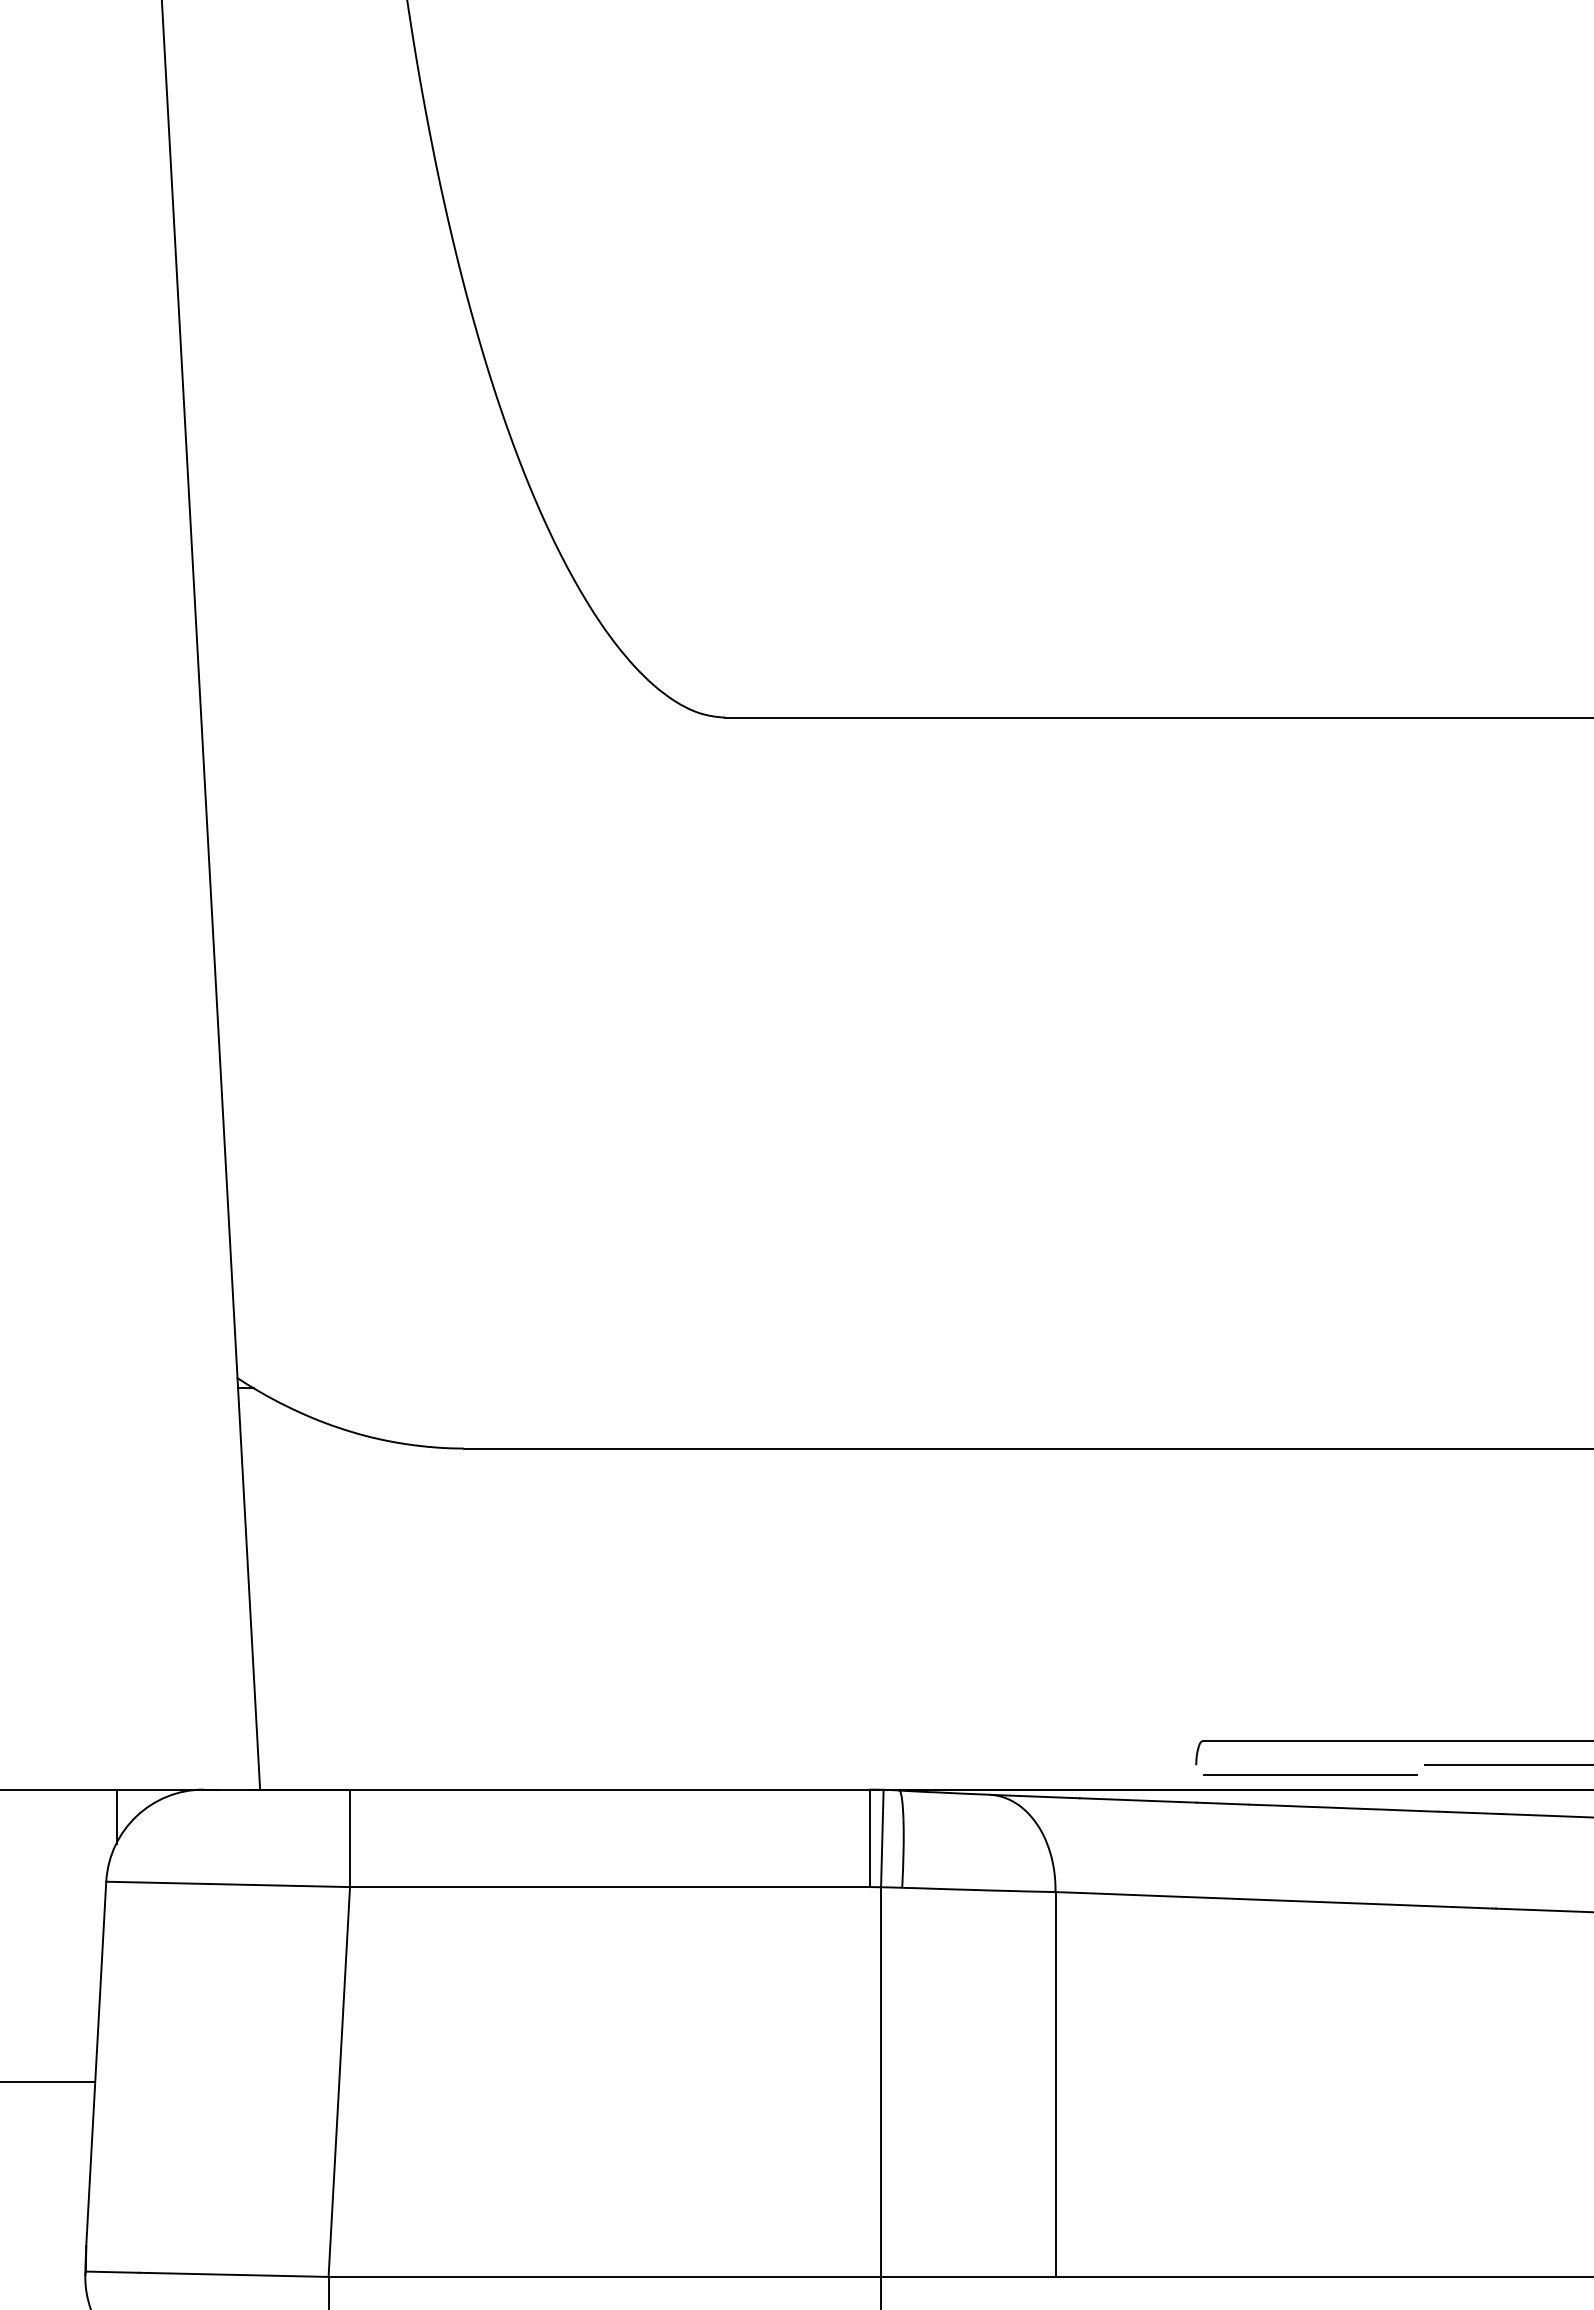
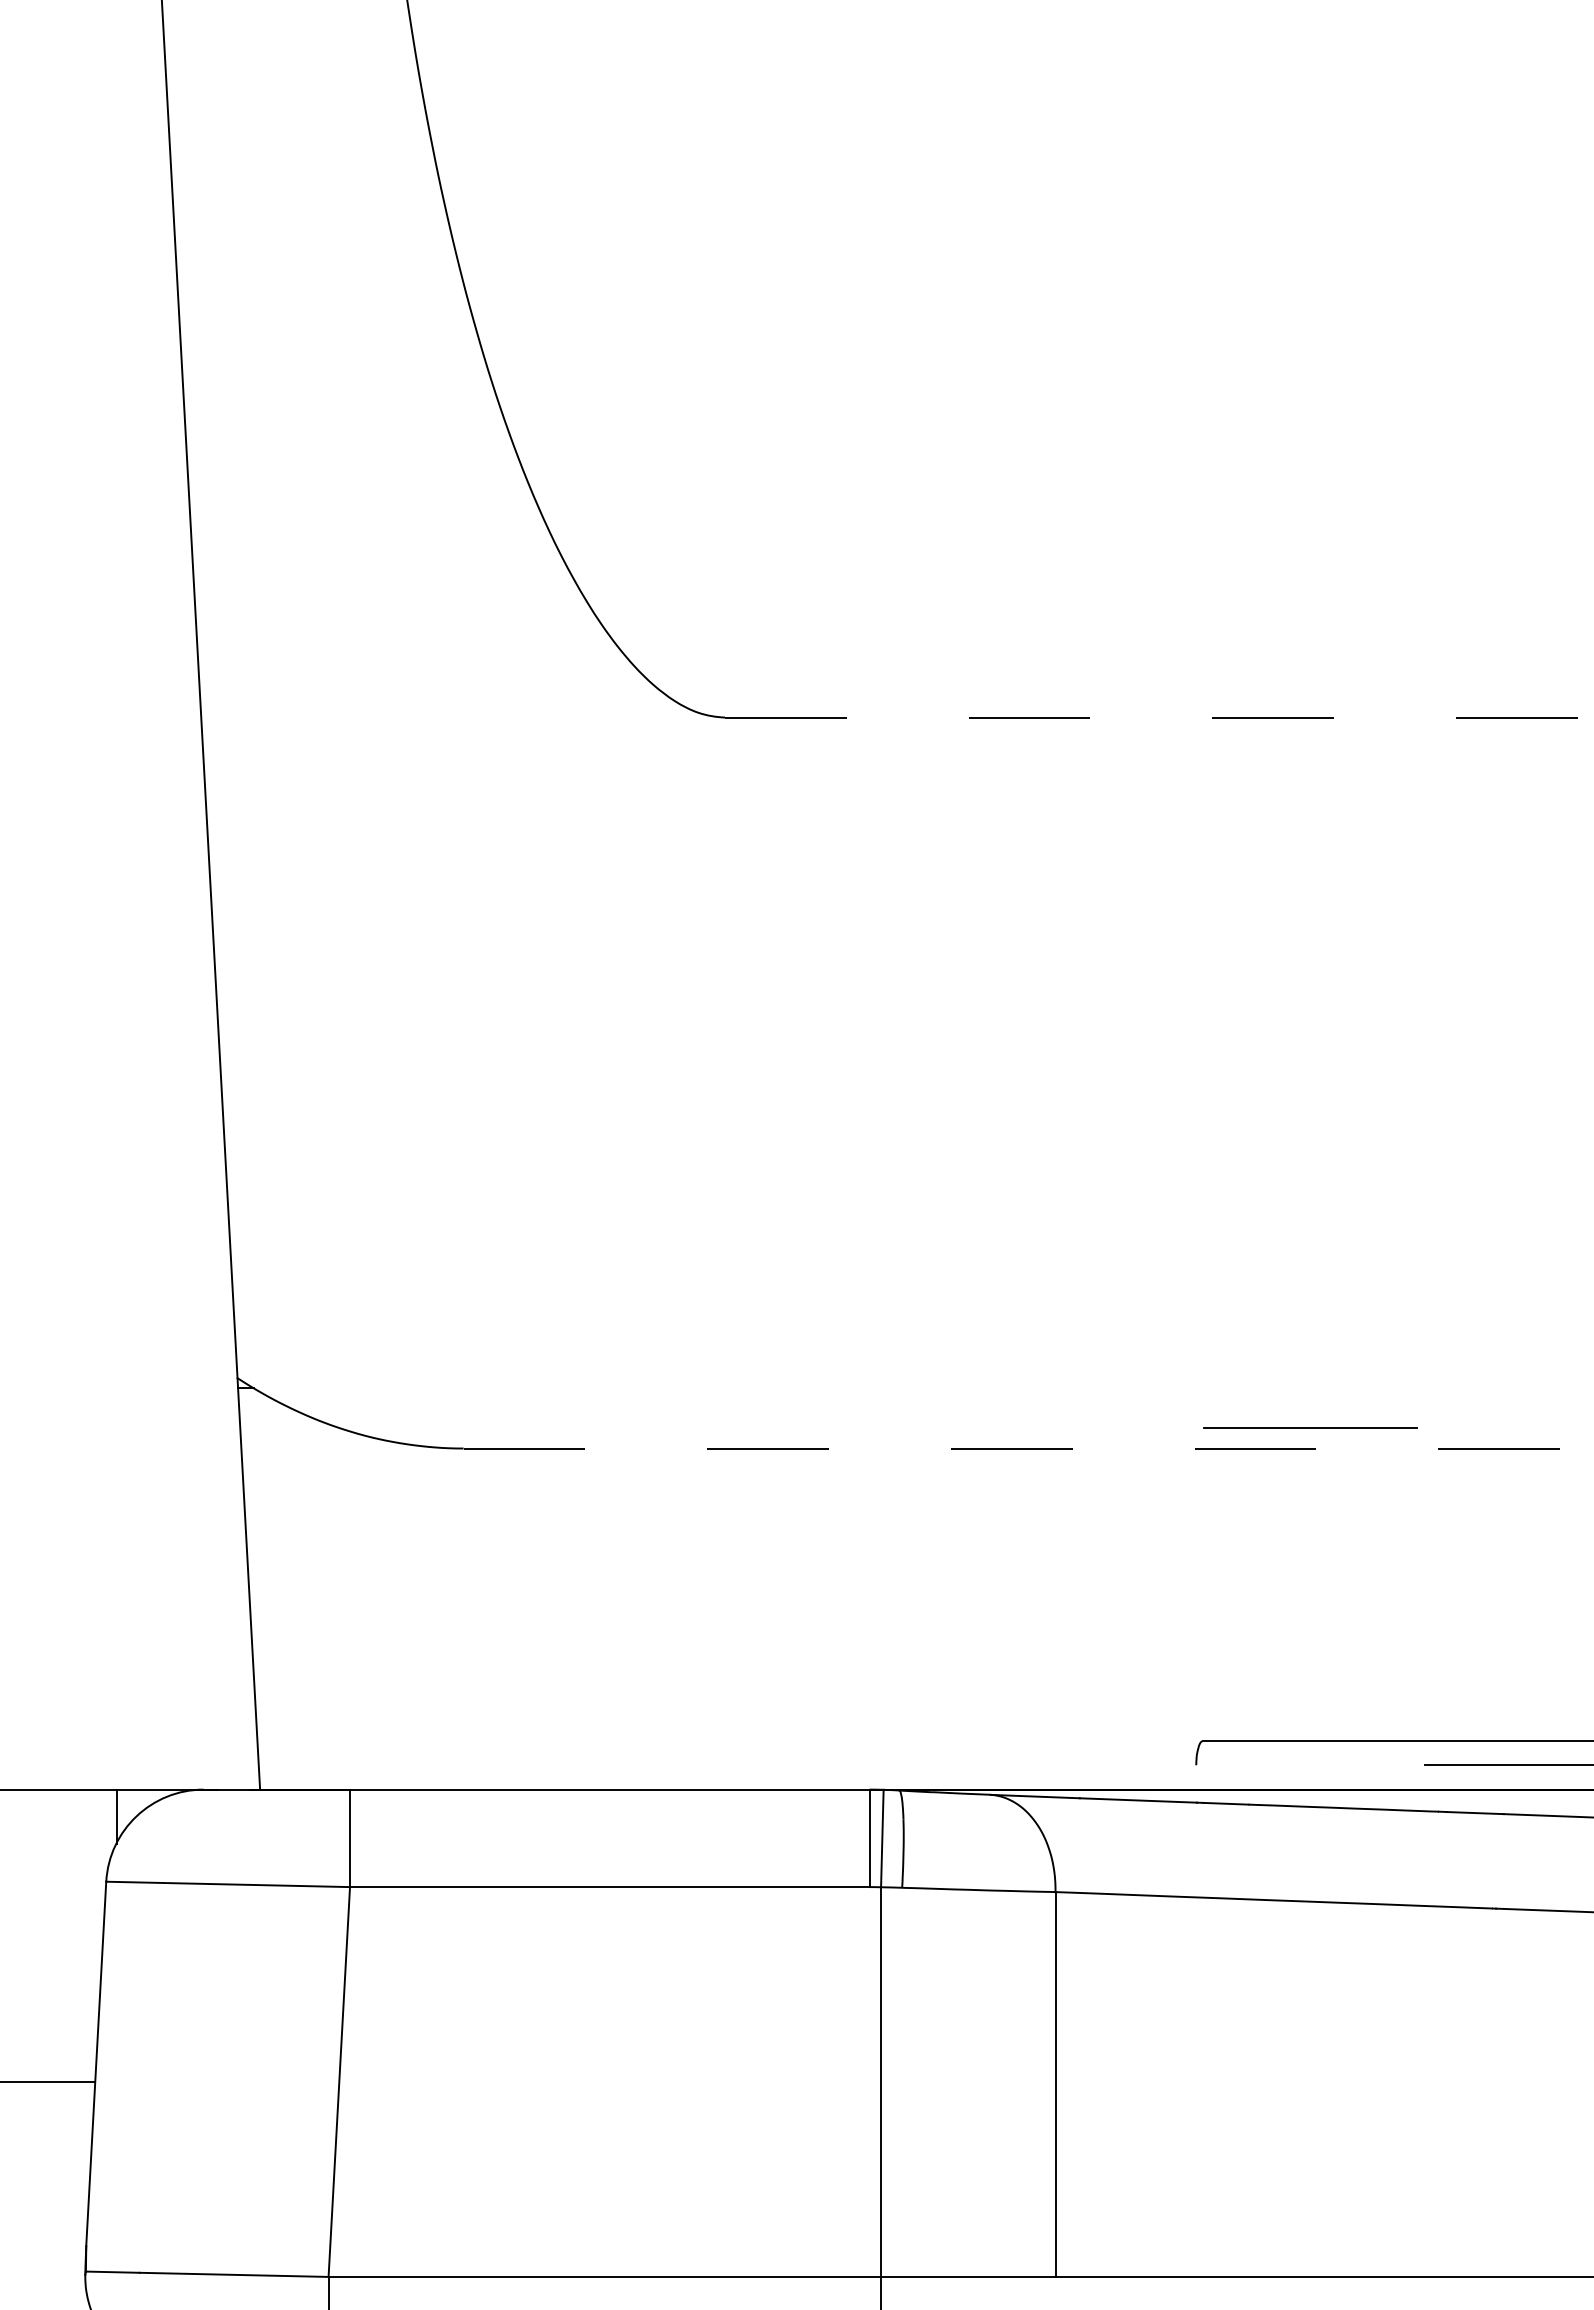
line at (1158, 717): solid -> dashed
line at (1028, 1448): solid -> dashed
line at (1310, 1774) position: (1310, 1774) -> (1310, 1427)
